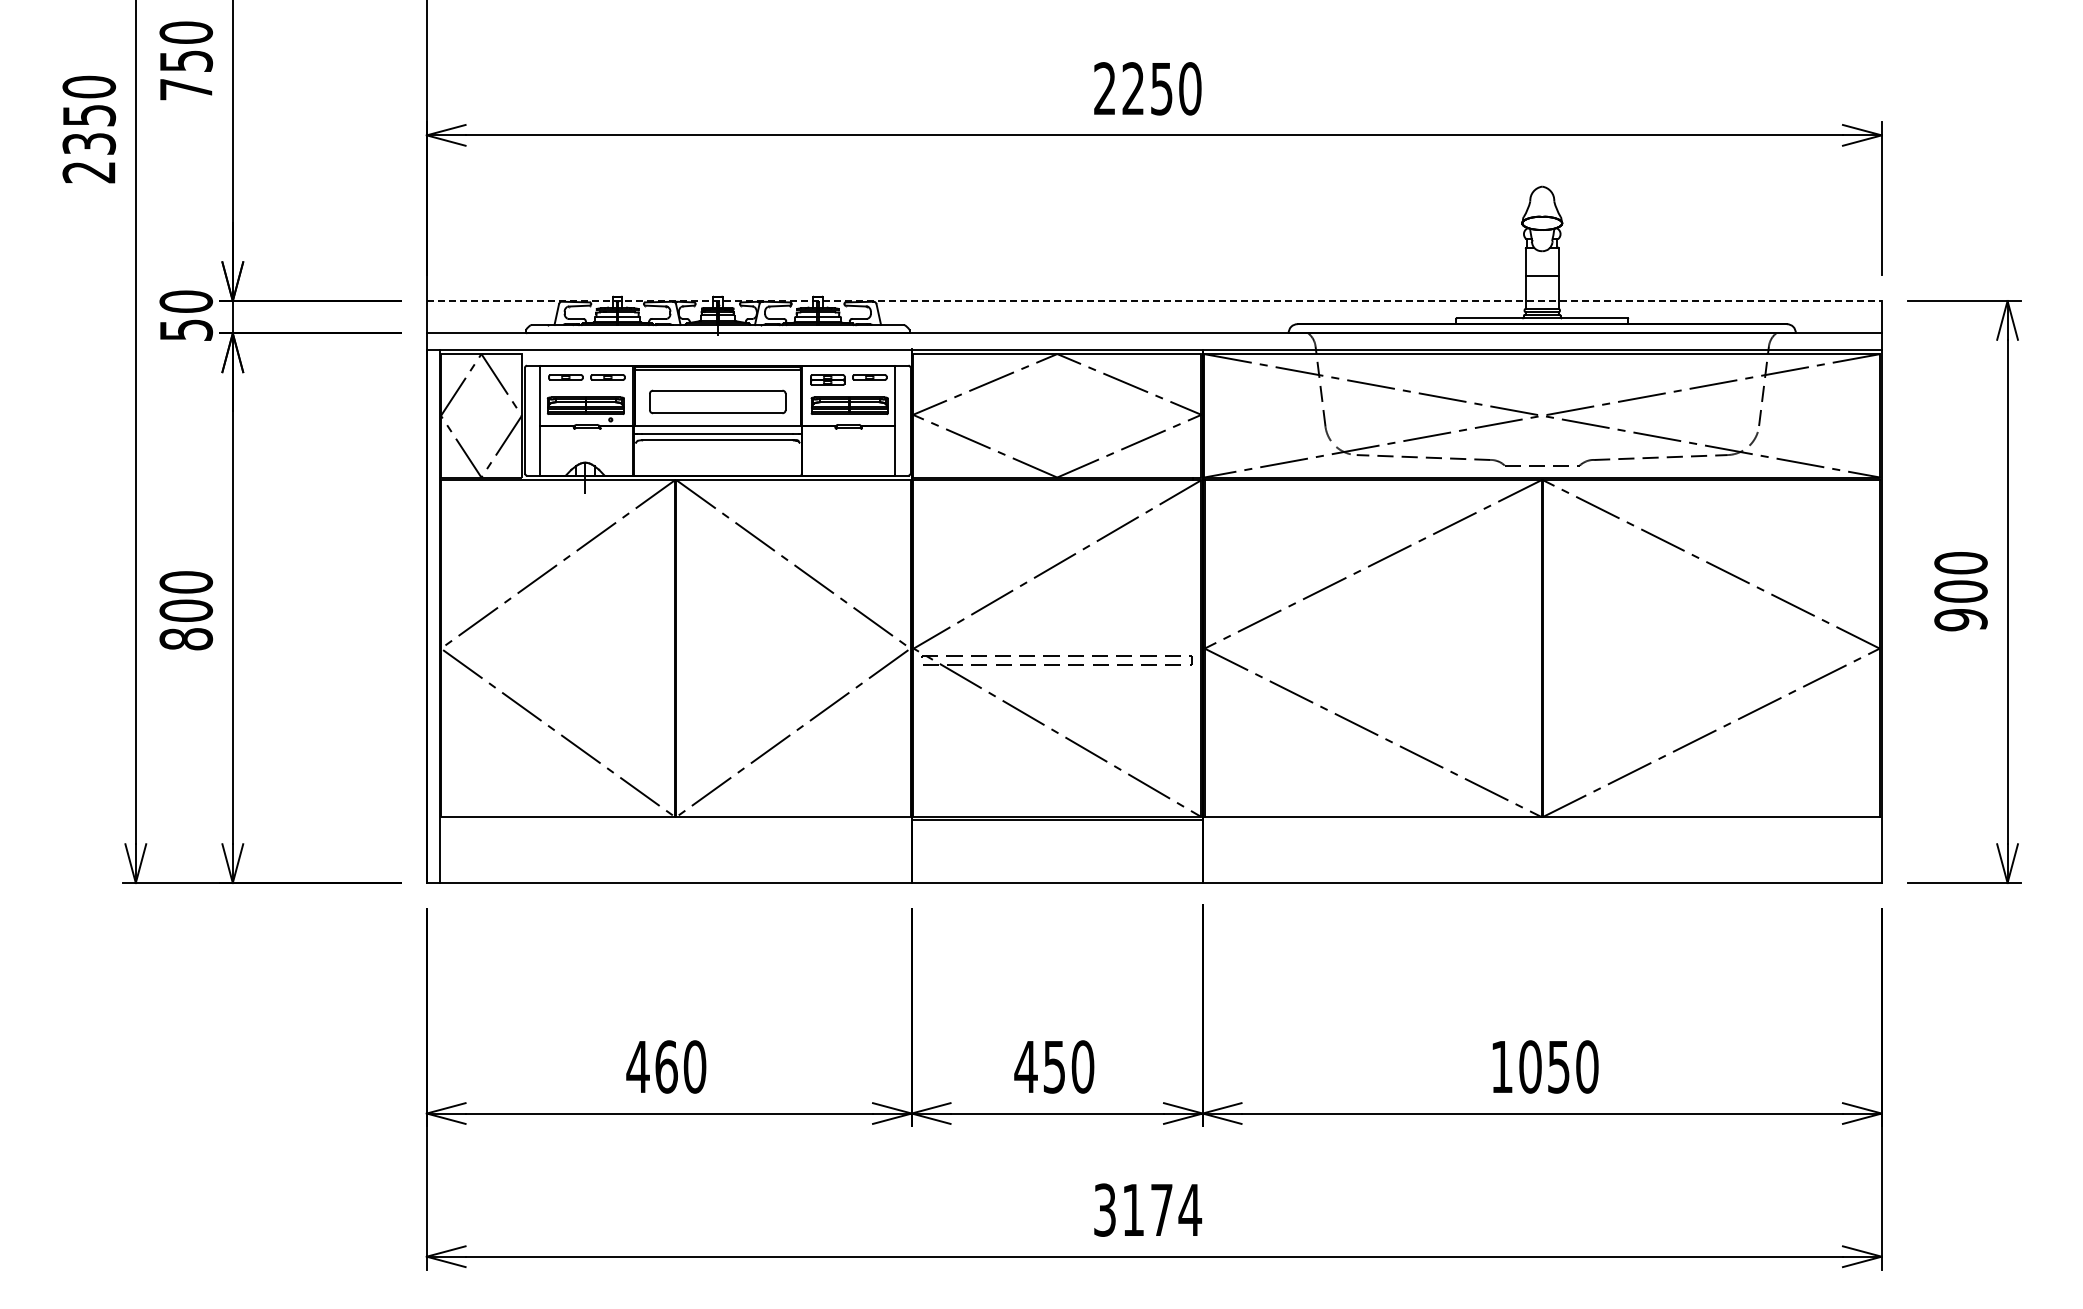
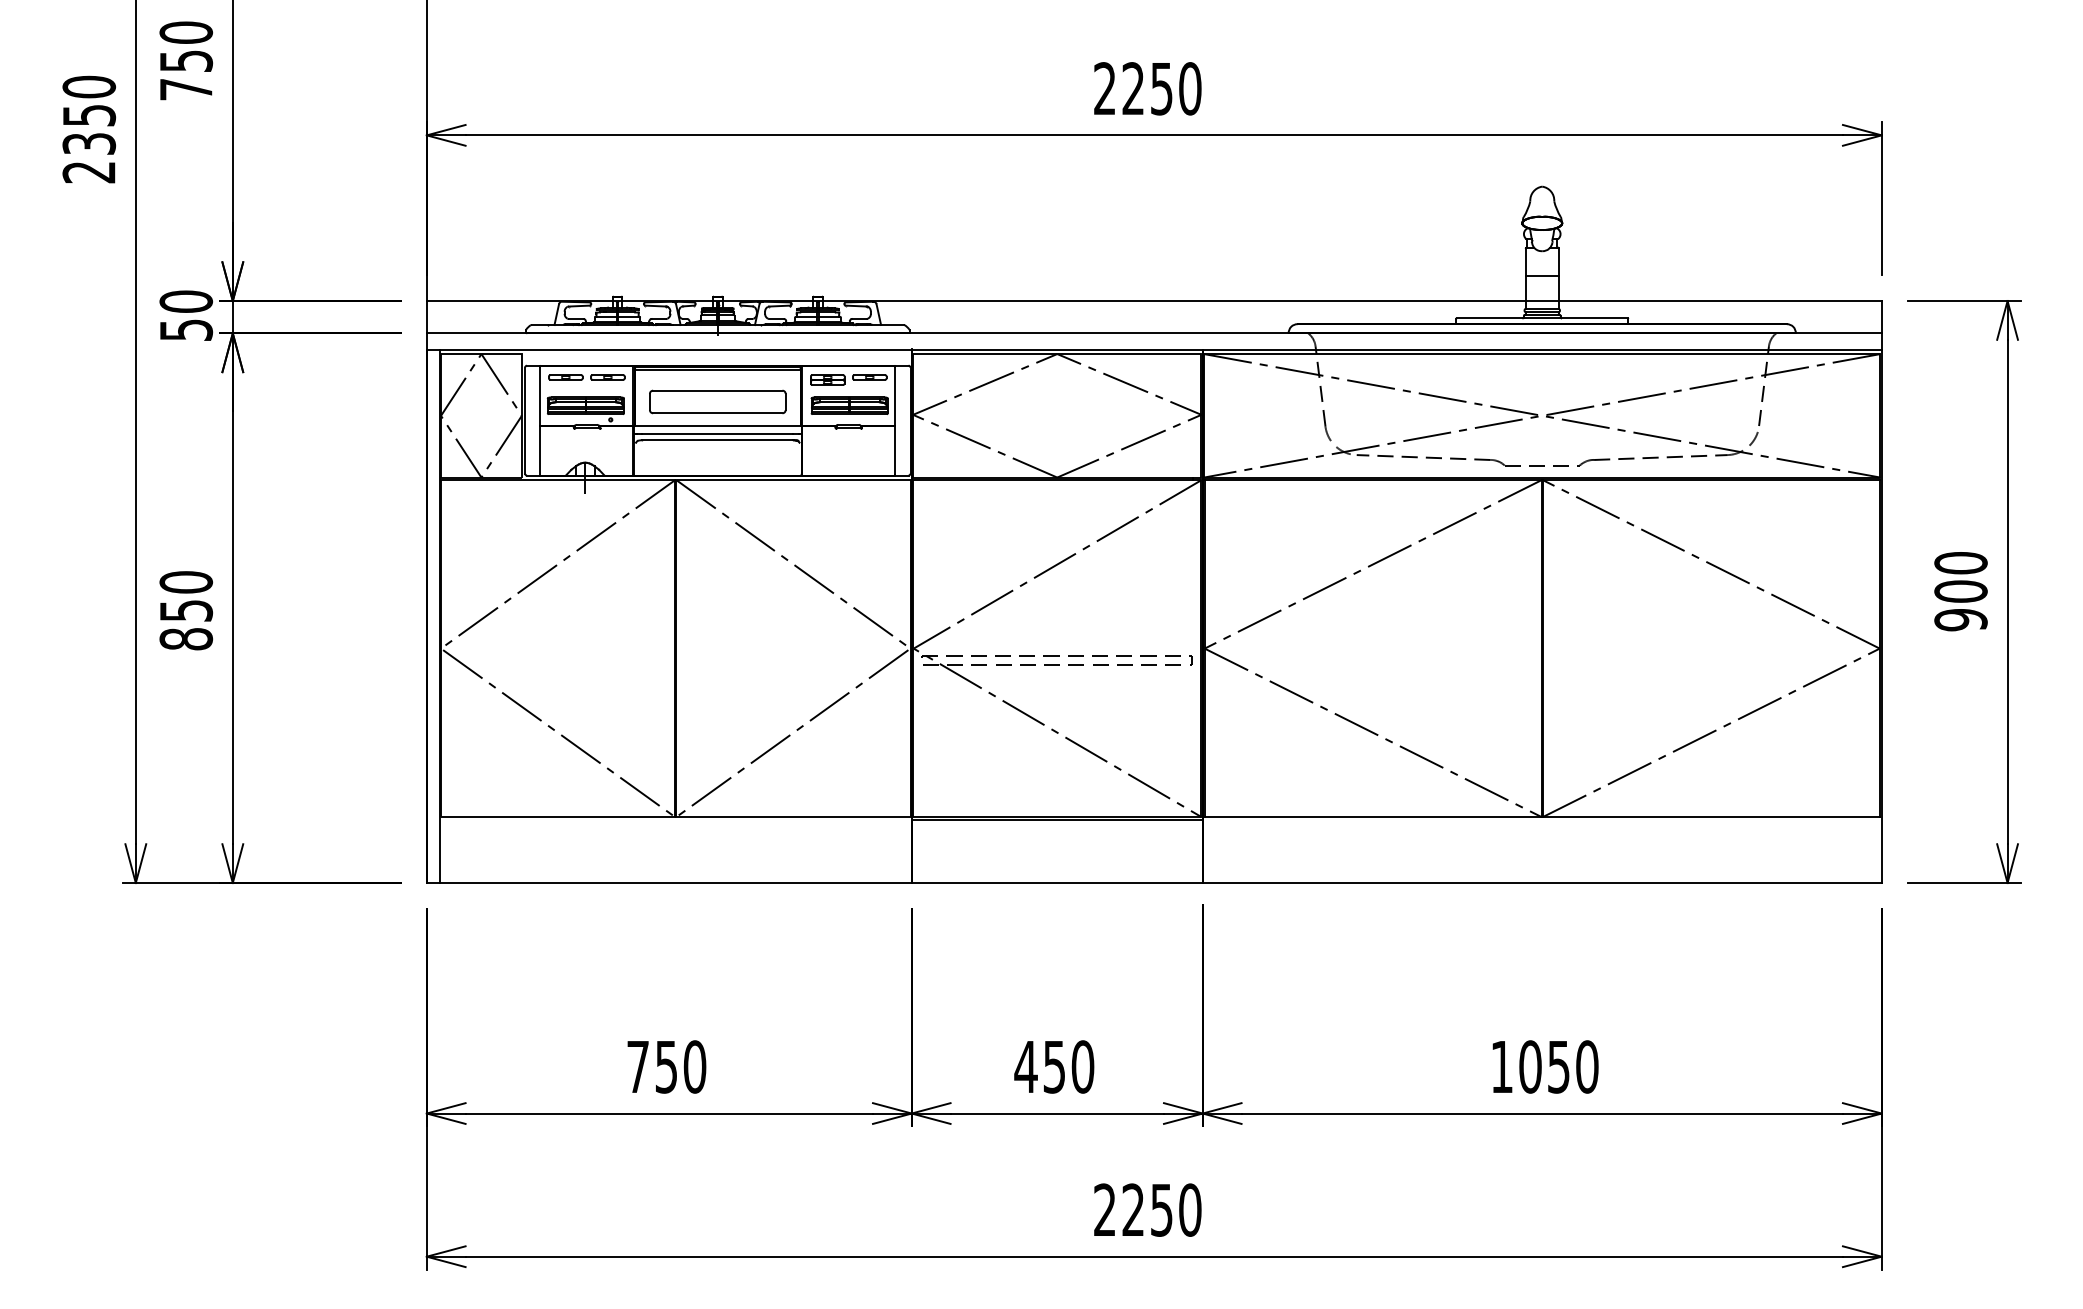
line at (1154, 301): dashed -> solid
text at (186, 610): 800 -> 850
text at (651, 1066): 460 -> 750
text at (1148, 1209): 3174 -> 2250
